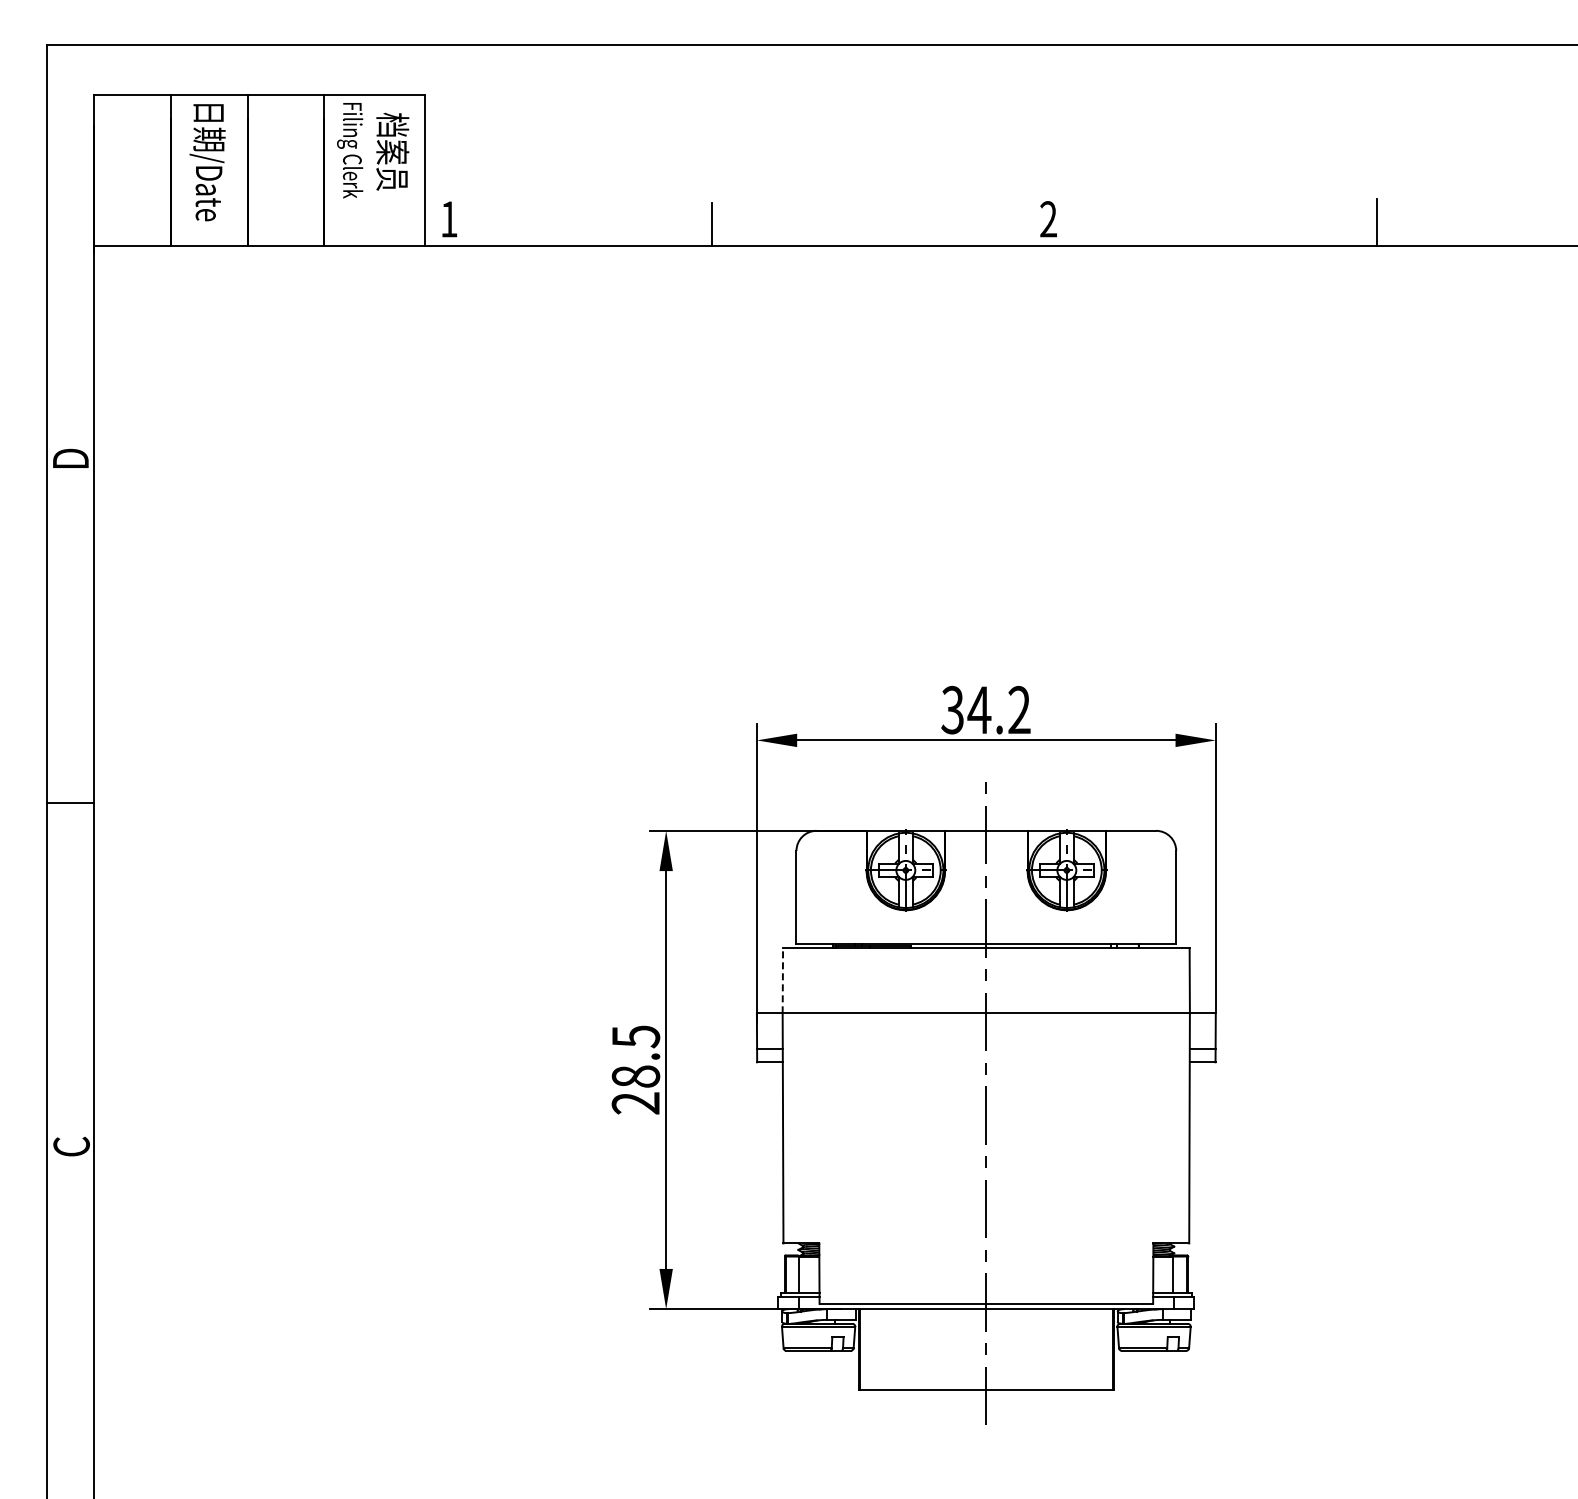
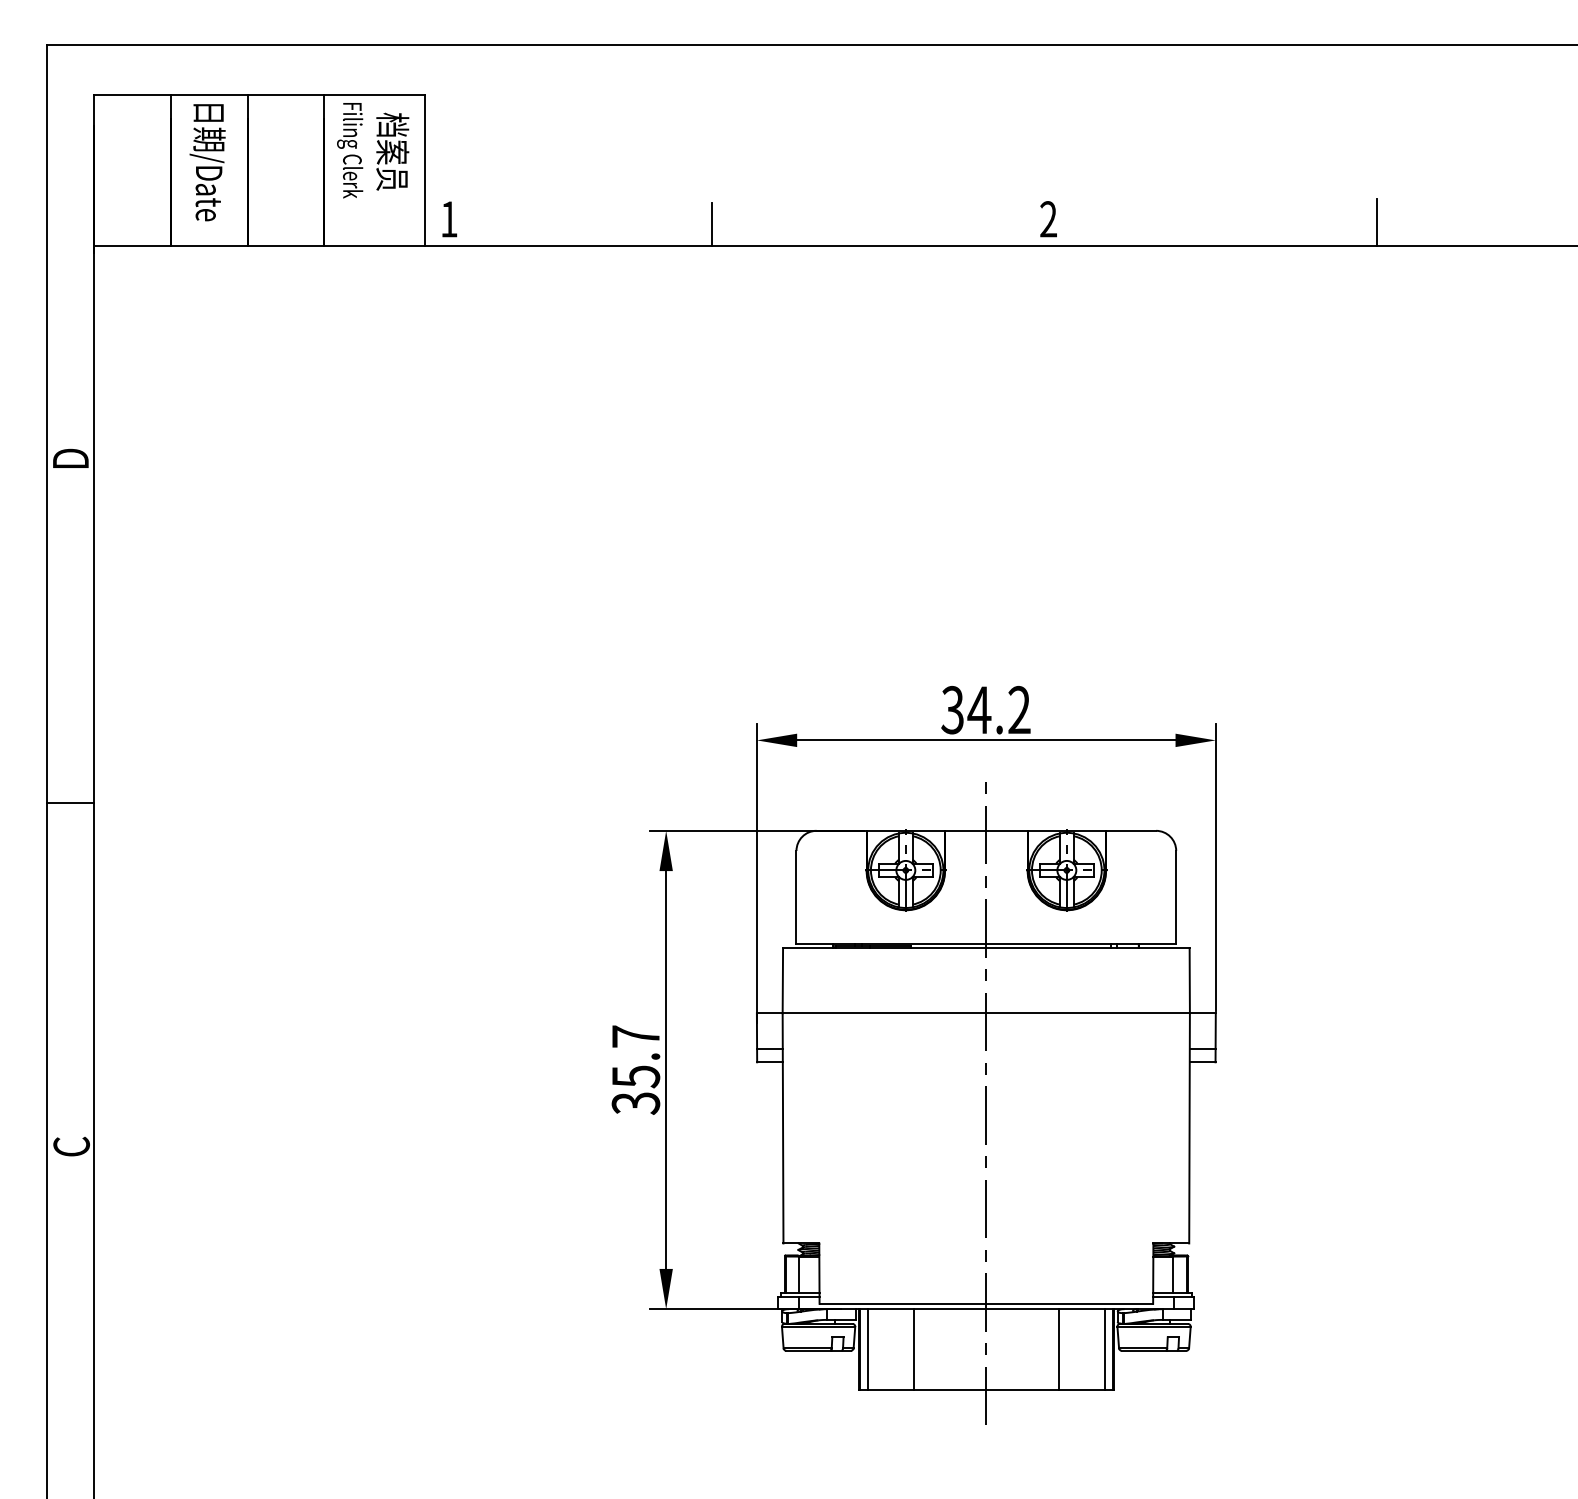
line at (782, 980): dashed -> solid
text at (635, 1069): 28.5 -> 35.7
line at (867, 1349): none -> present
line at (913, 1349): none -> present
line at (1058, 1349): none -> present
line at (1105, 1349): none -> present
